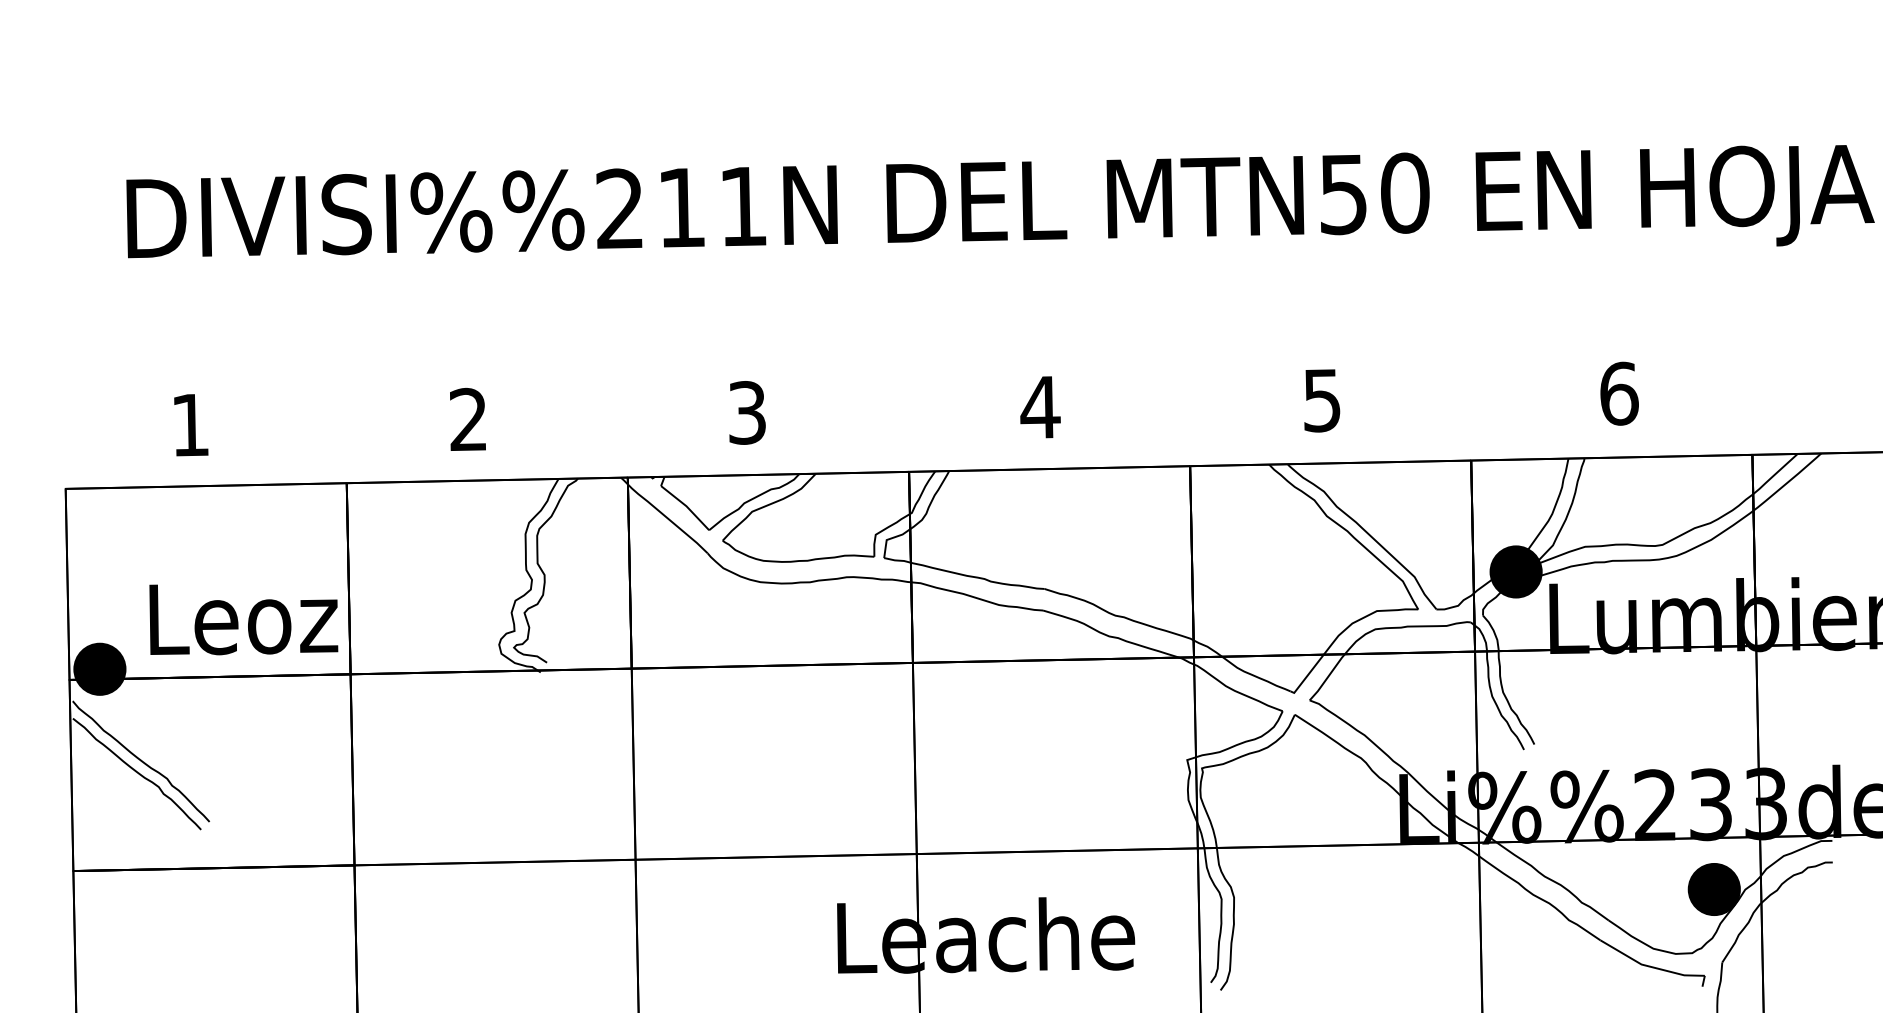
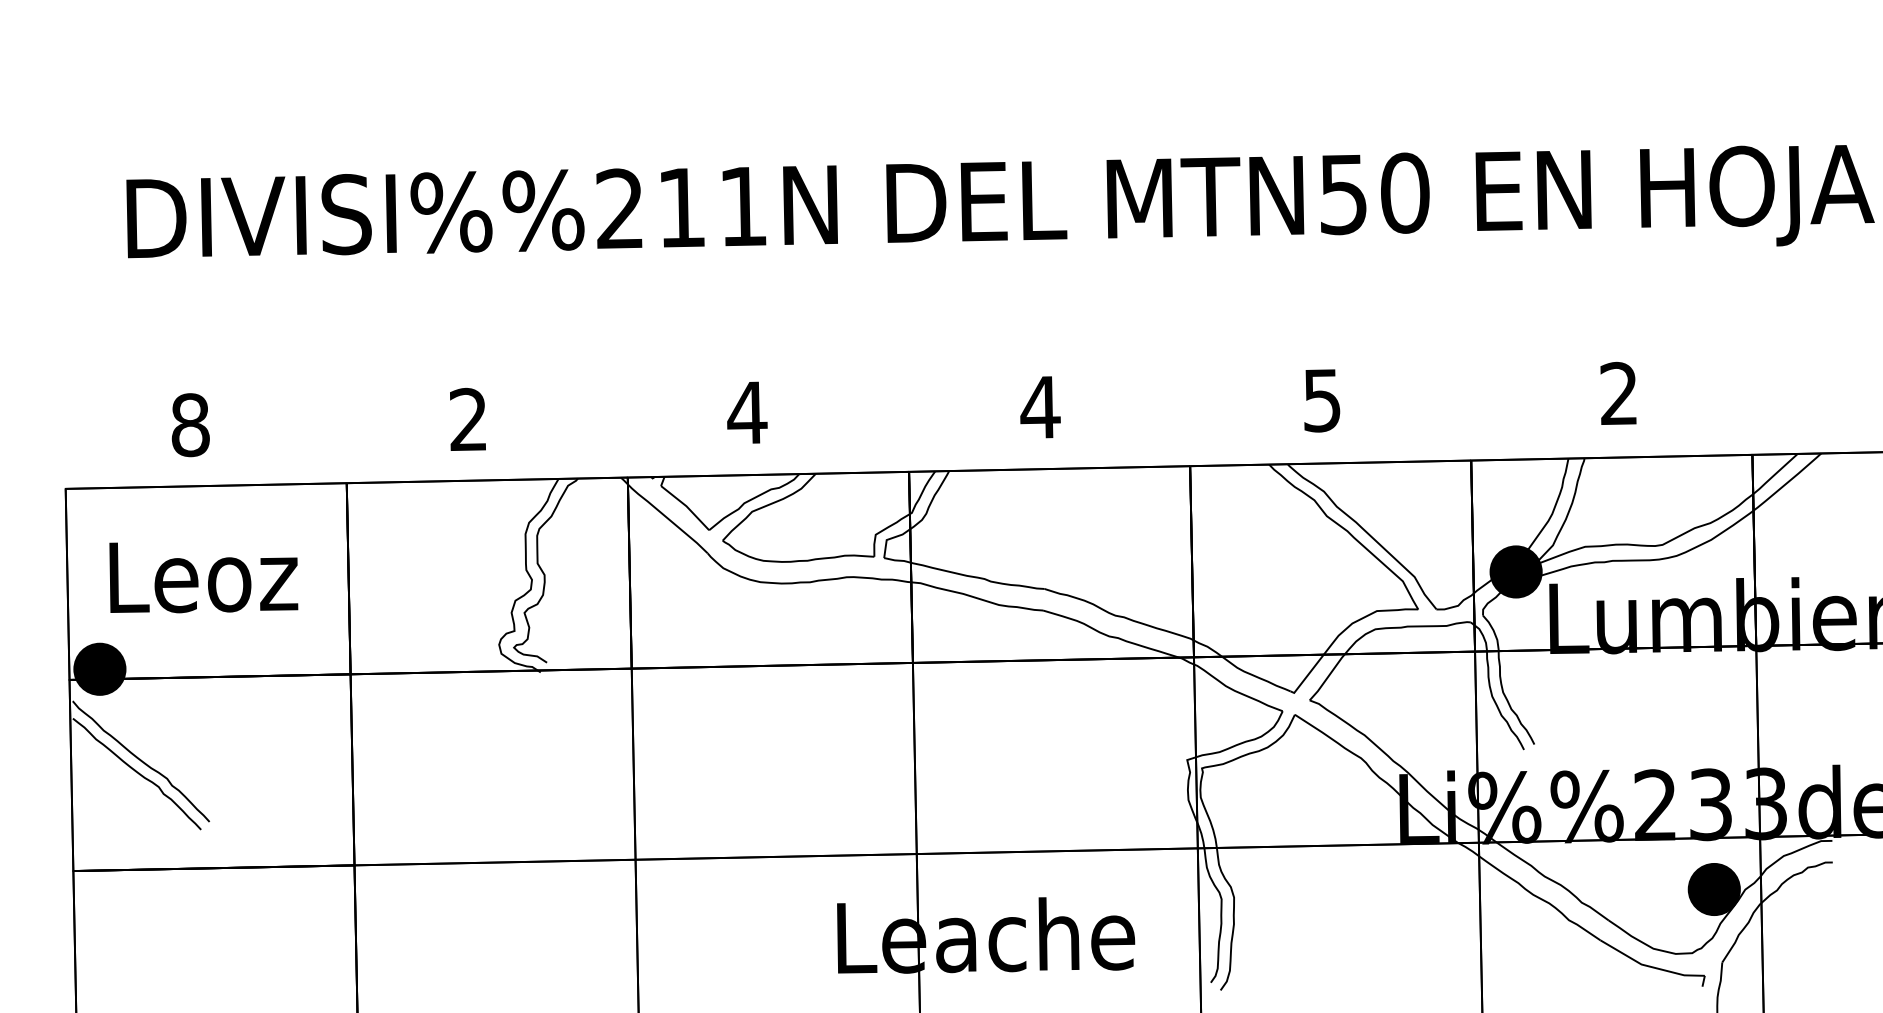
text at (1619, 393): 6 -> 2
text at (747, 412): 3 -> 4
text at (190, 425): 1 -> 8
text at (243, 619) position: (243, 619) -> (203, 577)
